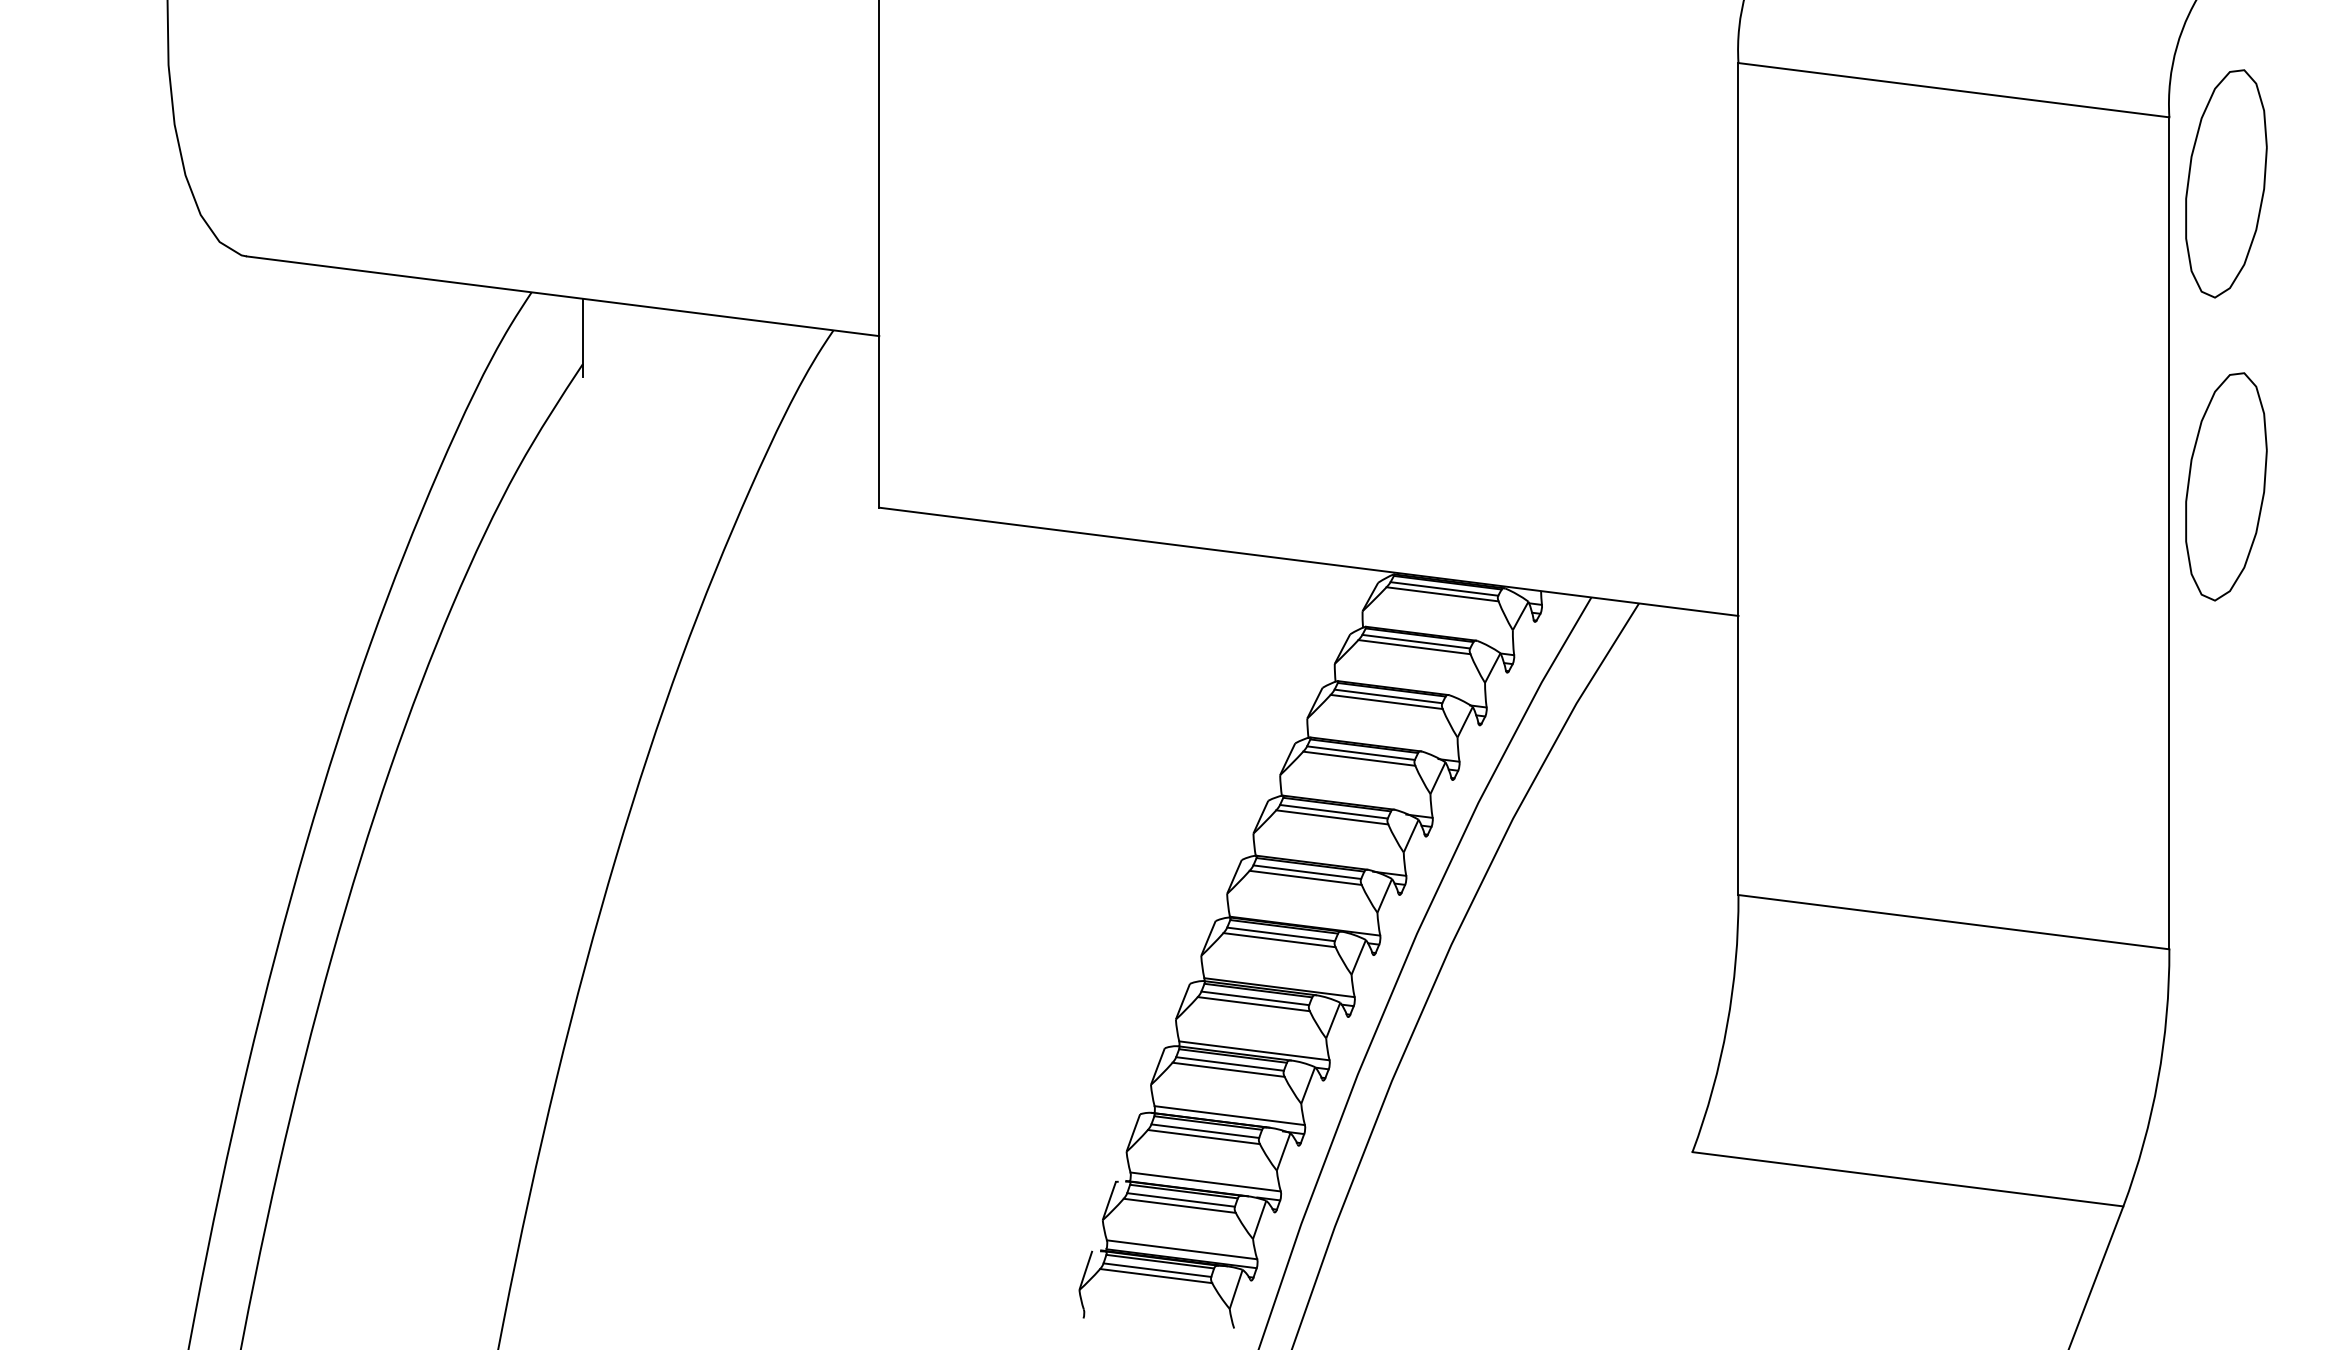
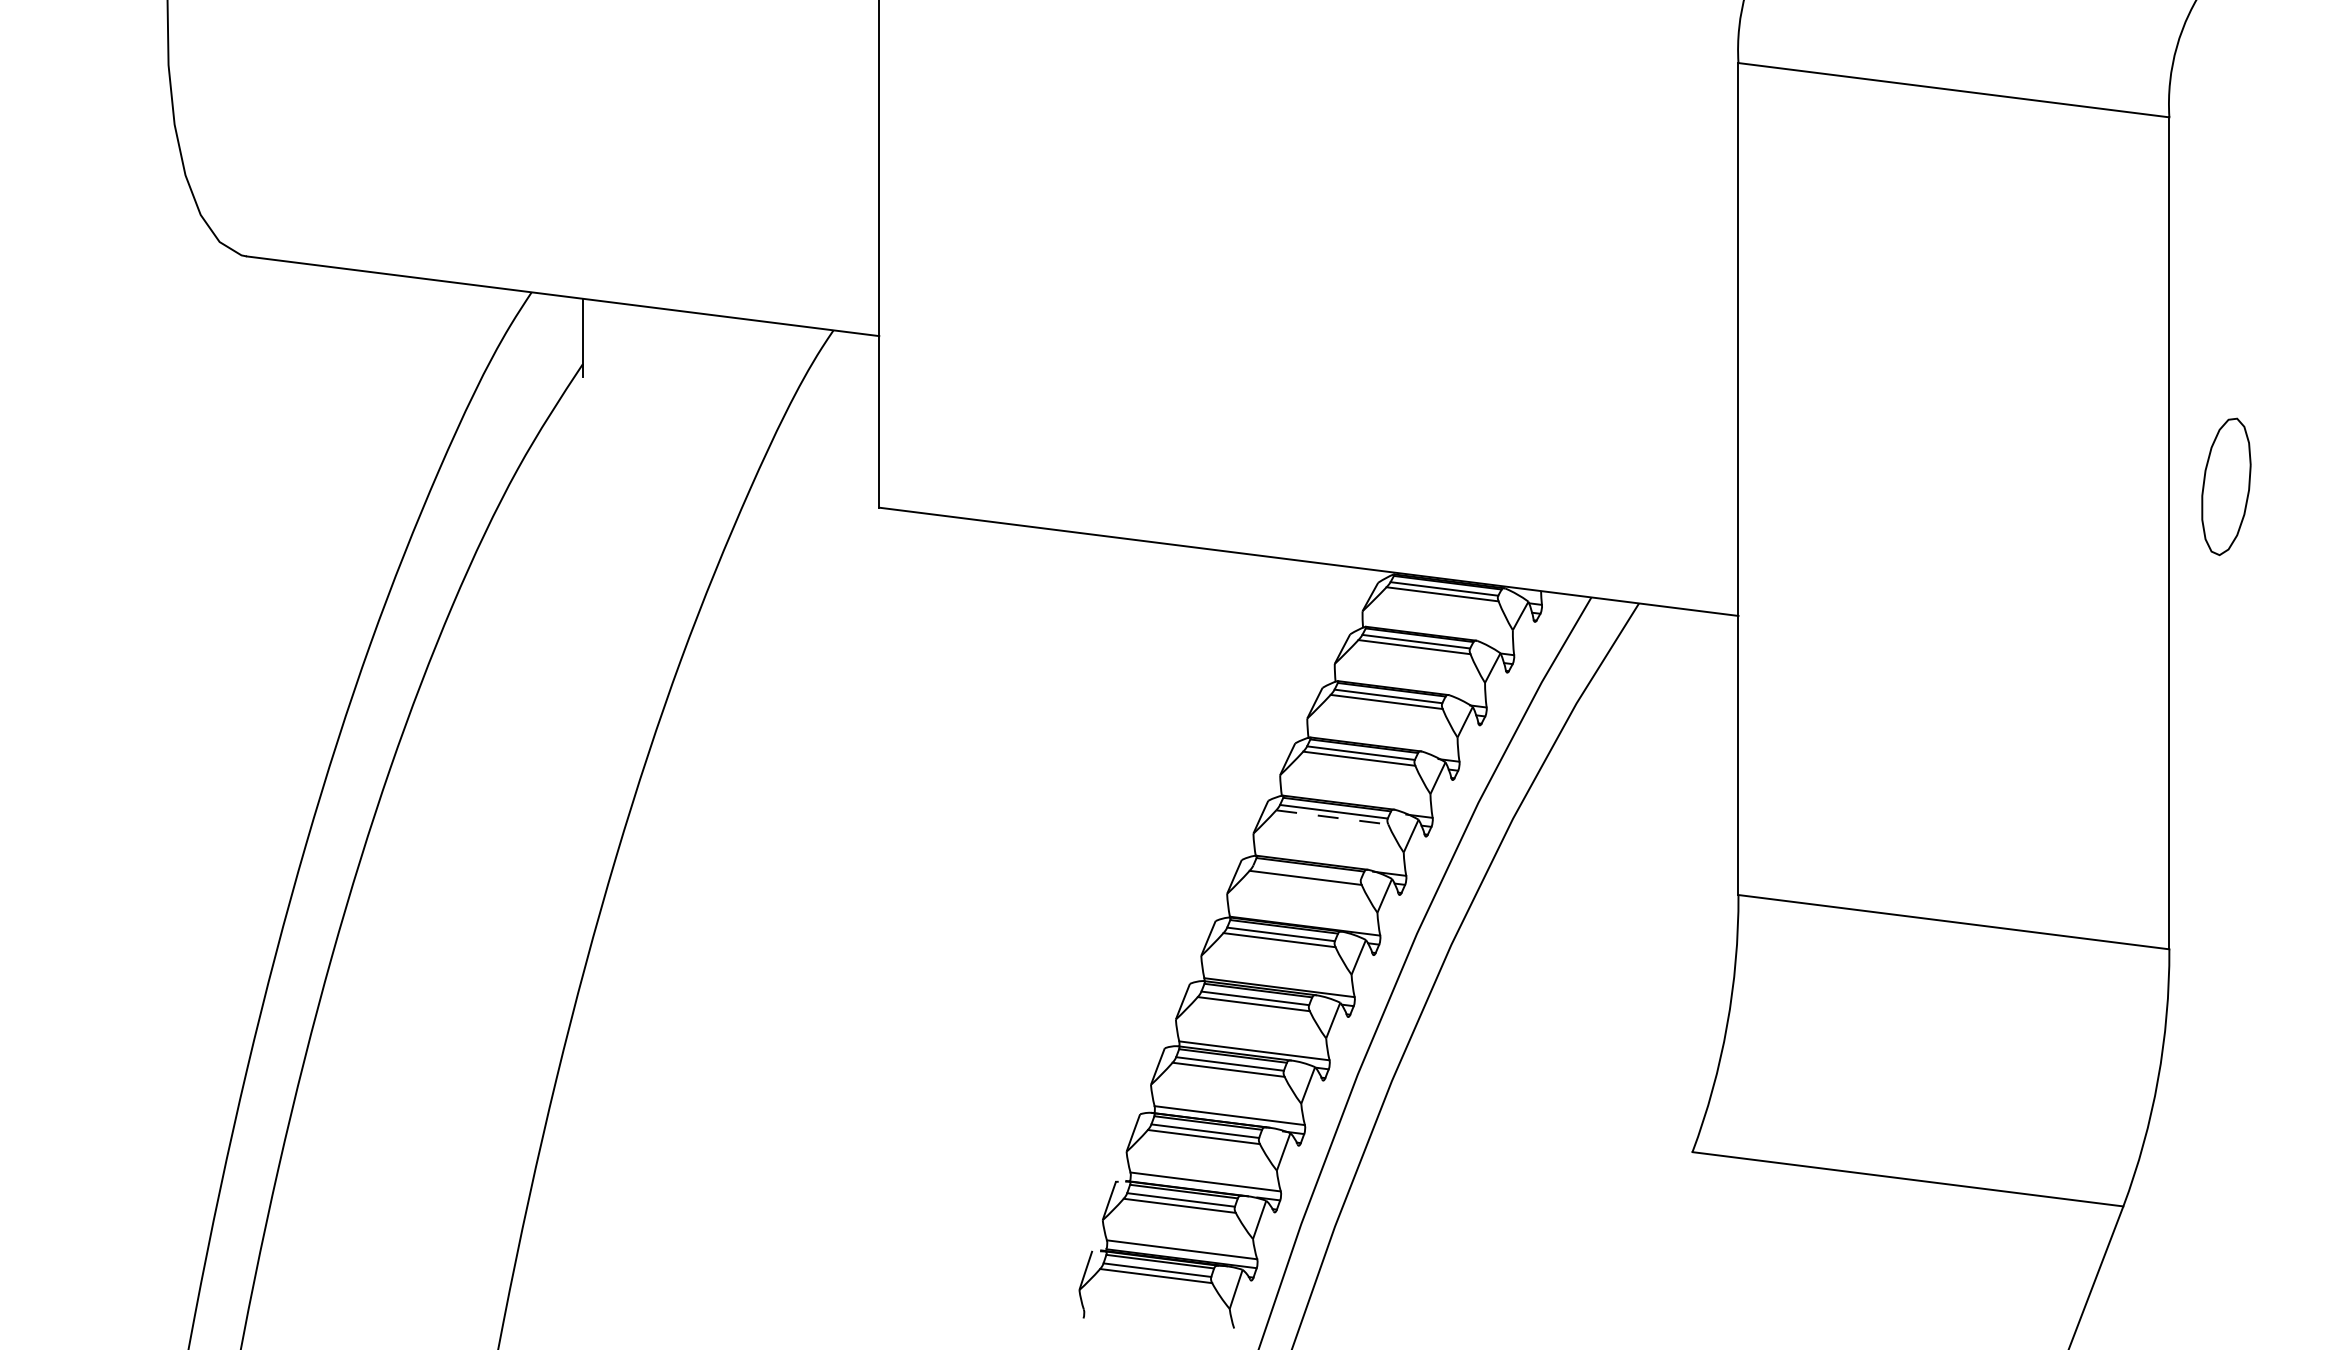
part at (2226, 183): present -> none
part at (2226, 486) size: 83x230 px -> 51x140 px
line at (1332, 817): solid -> dashed
line at (1307, 871): present -> none
